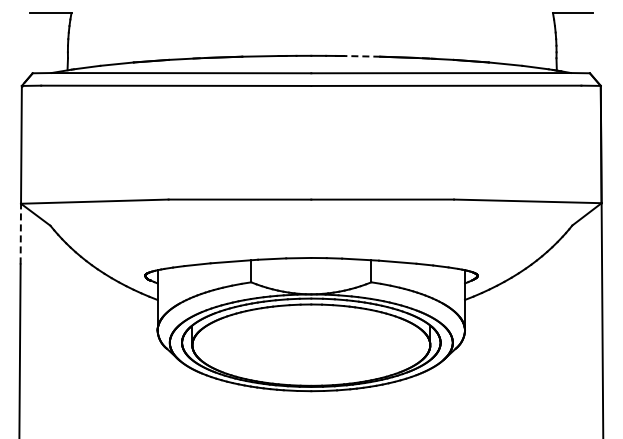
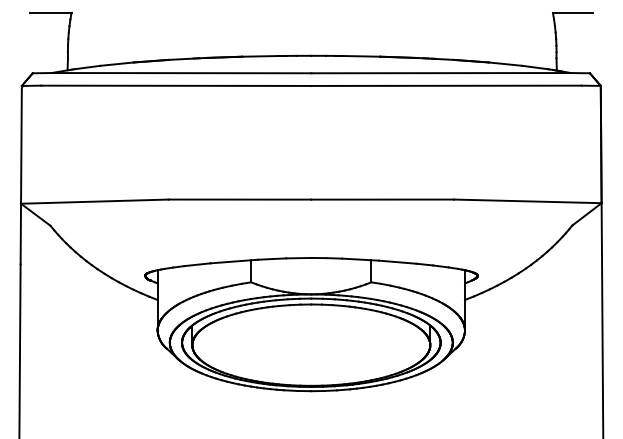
line at (361, 56): dashed -> solid
line at (20, 233): dashed -> solid
